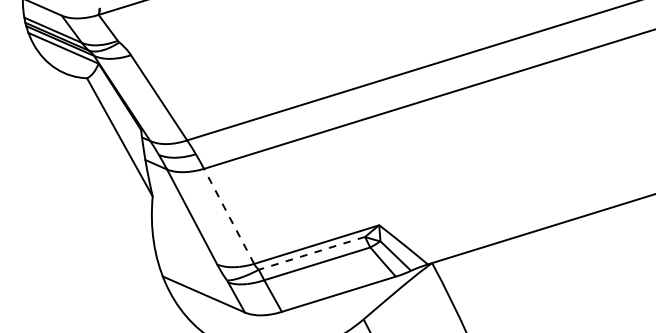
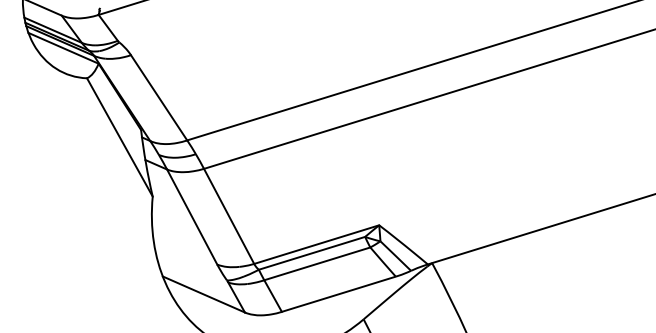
line at (229, 216): dashed -> solid
line at (311, 253): dashed -> solid
